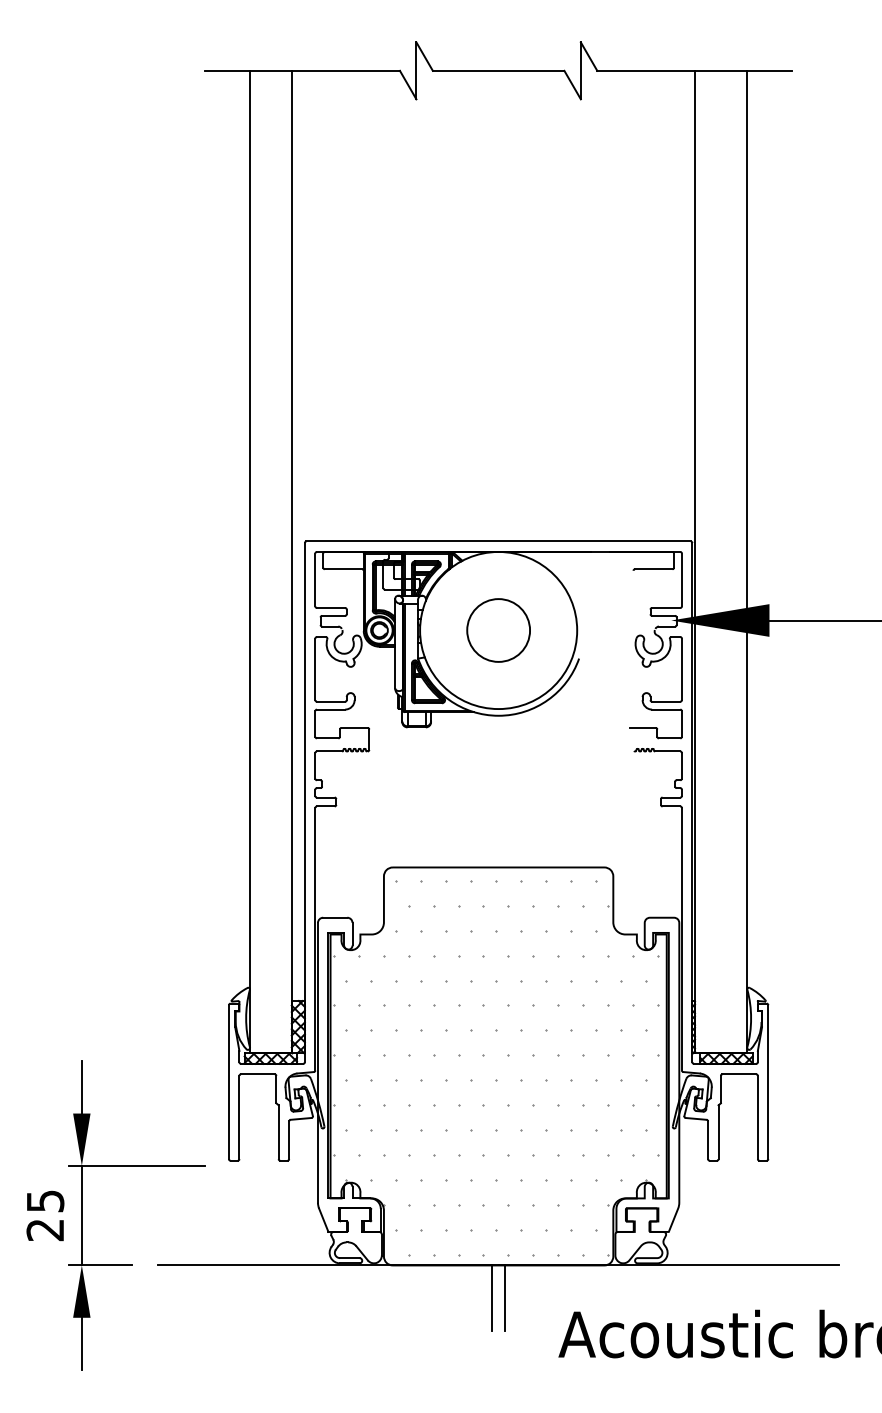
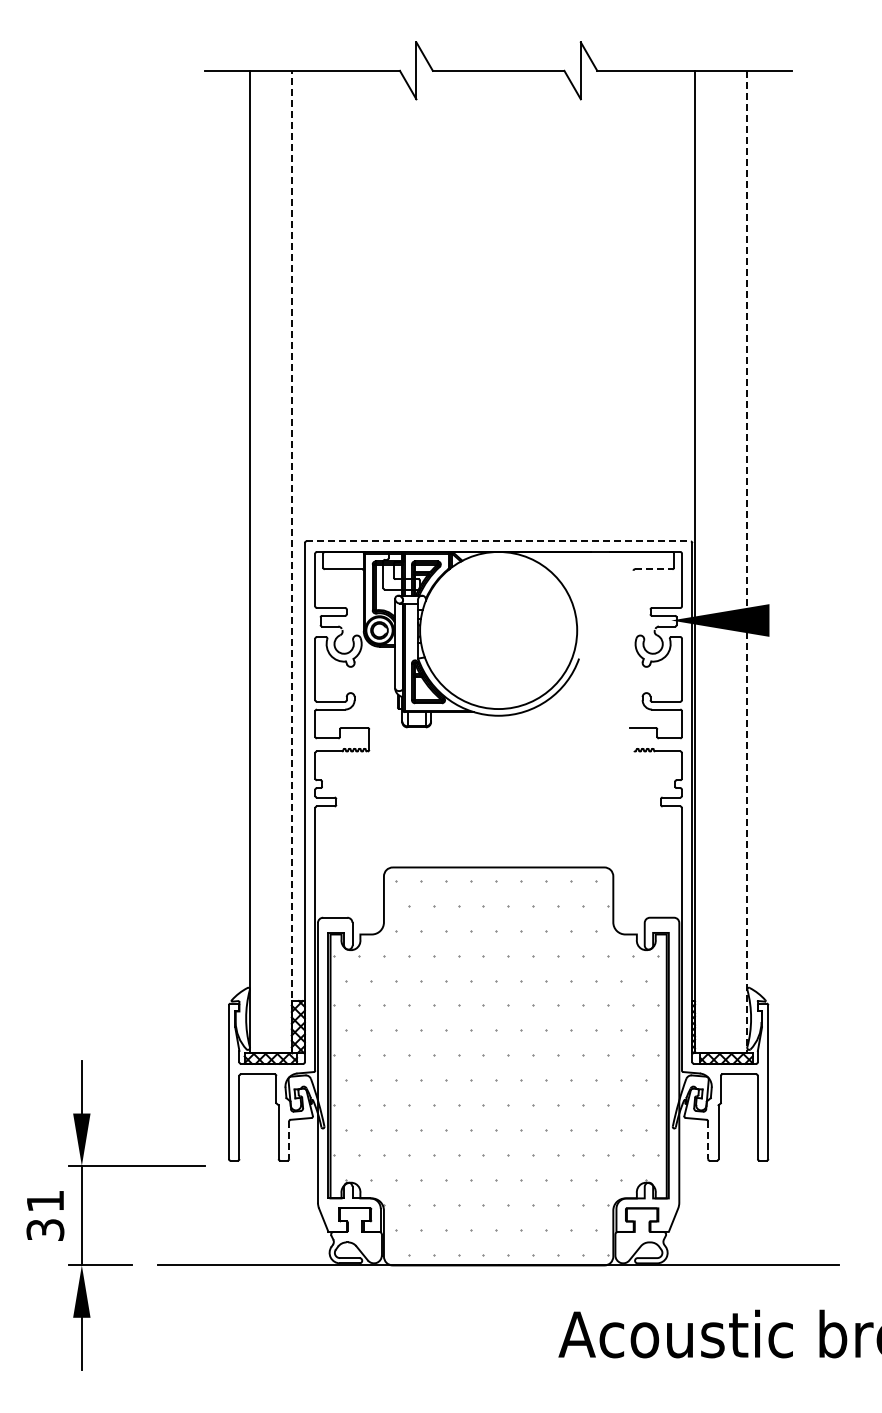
line at (499, 541): solid -> dashed
line at (291, 561): solid -> dashed
line at (747, 562): solid -> dashed
line at (653, 569): solid -> dashed
line at (823, 620): present -> none
part at (498, 630): present -> none
line at (289, 1140): solid -> dashed
line at (708, 1140): solid -> dashed
text at (45, 1215): 25 -> 31
line at (492, 1297): present -> none
line at (505, 1297): present -> none
